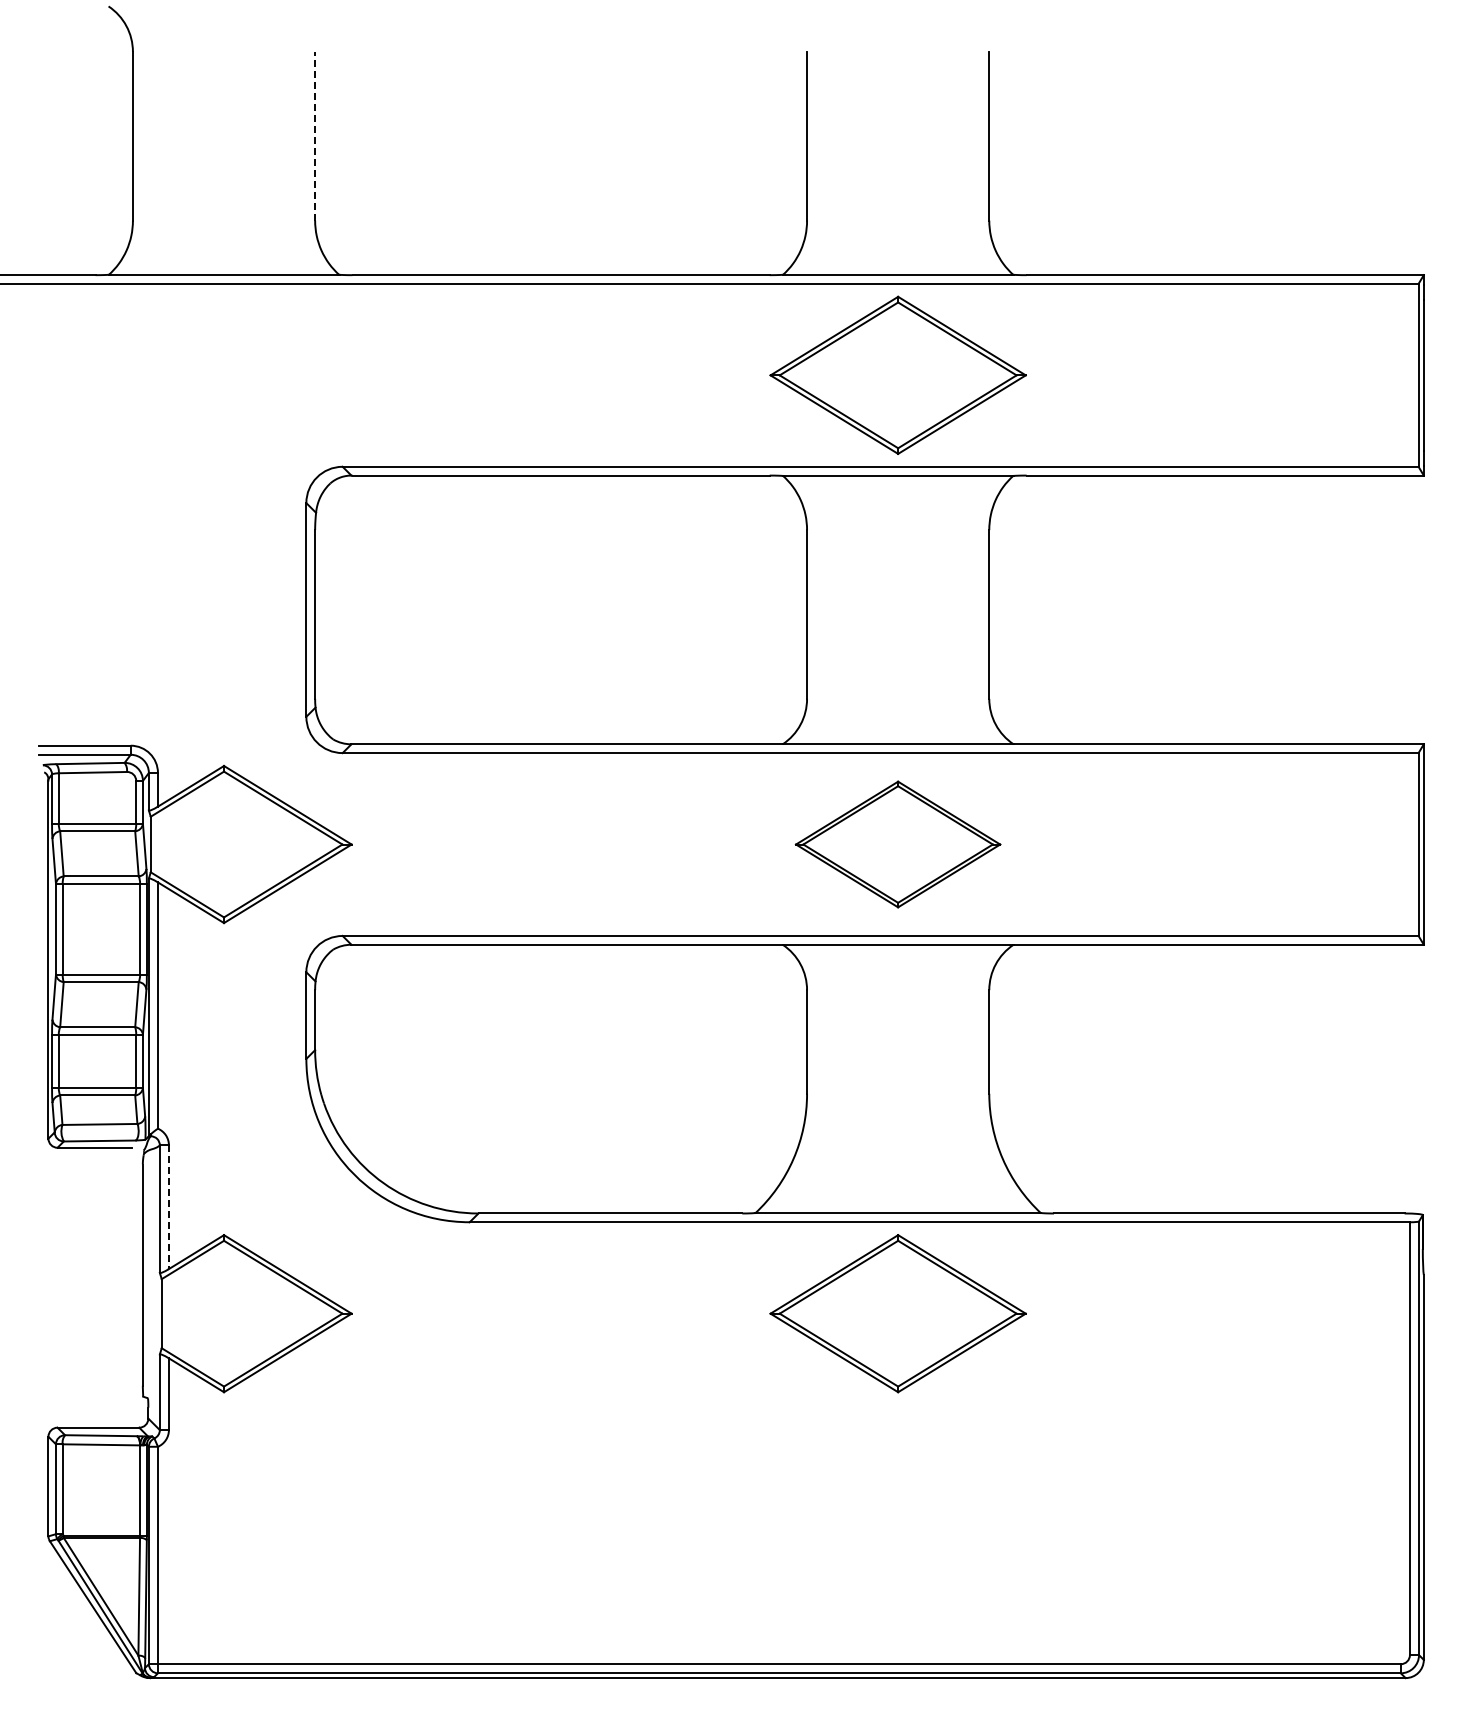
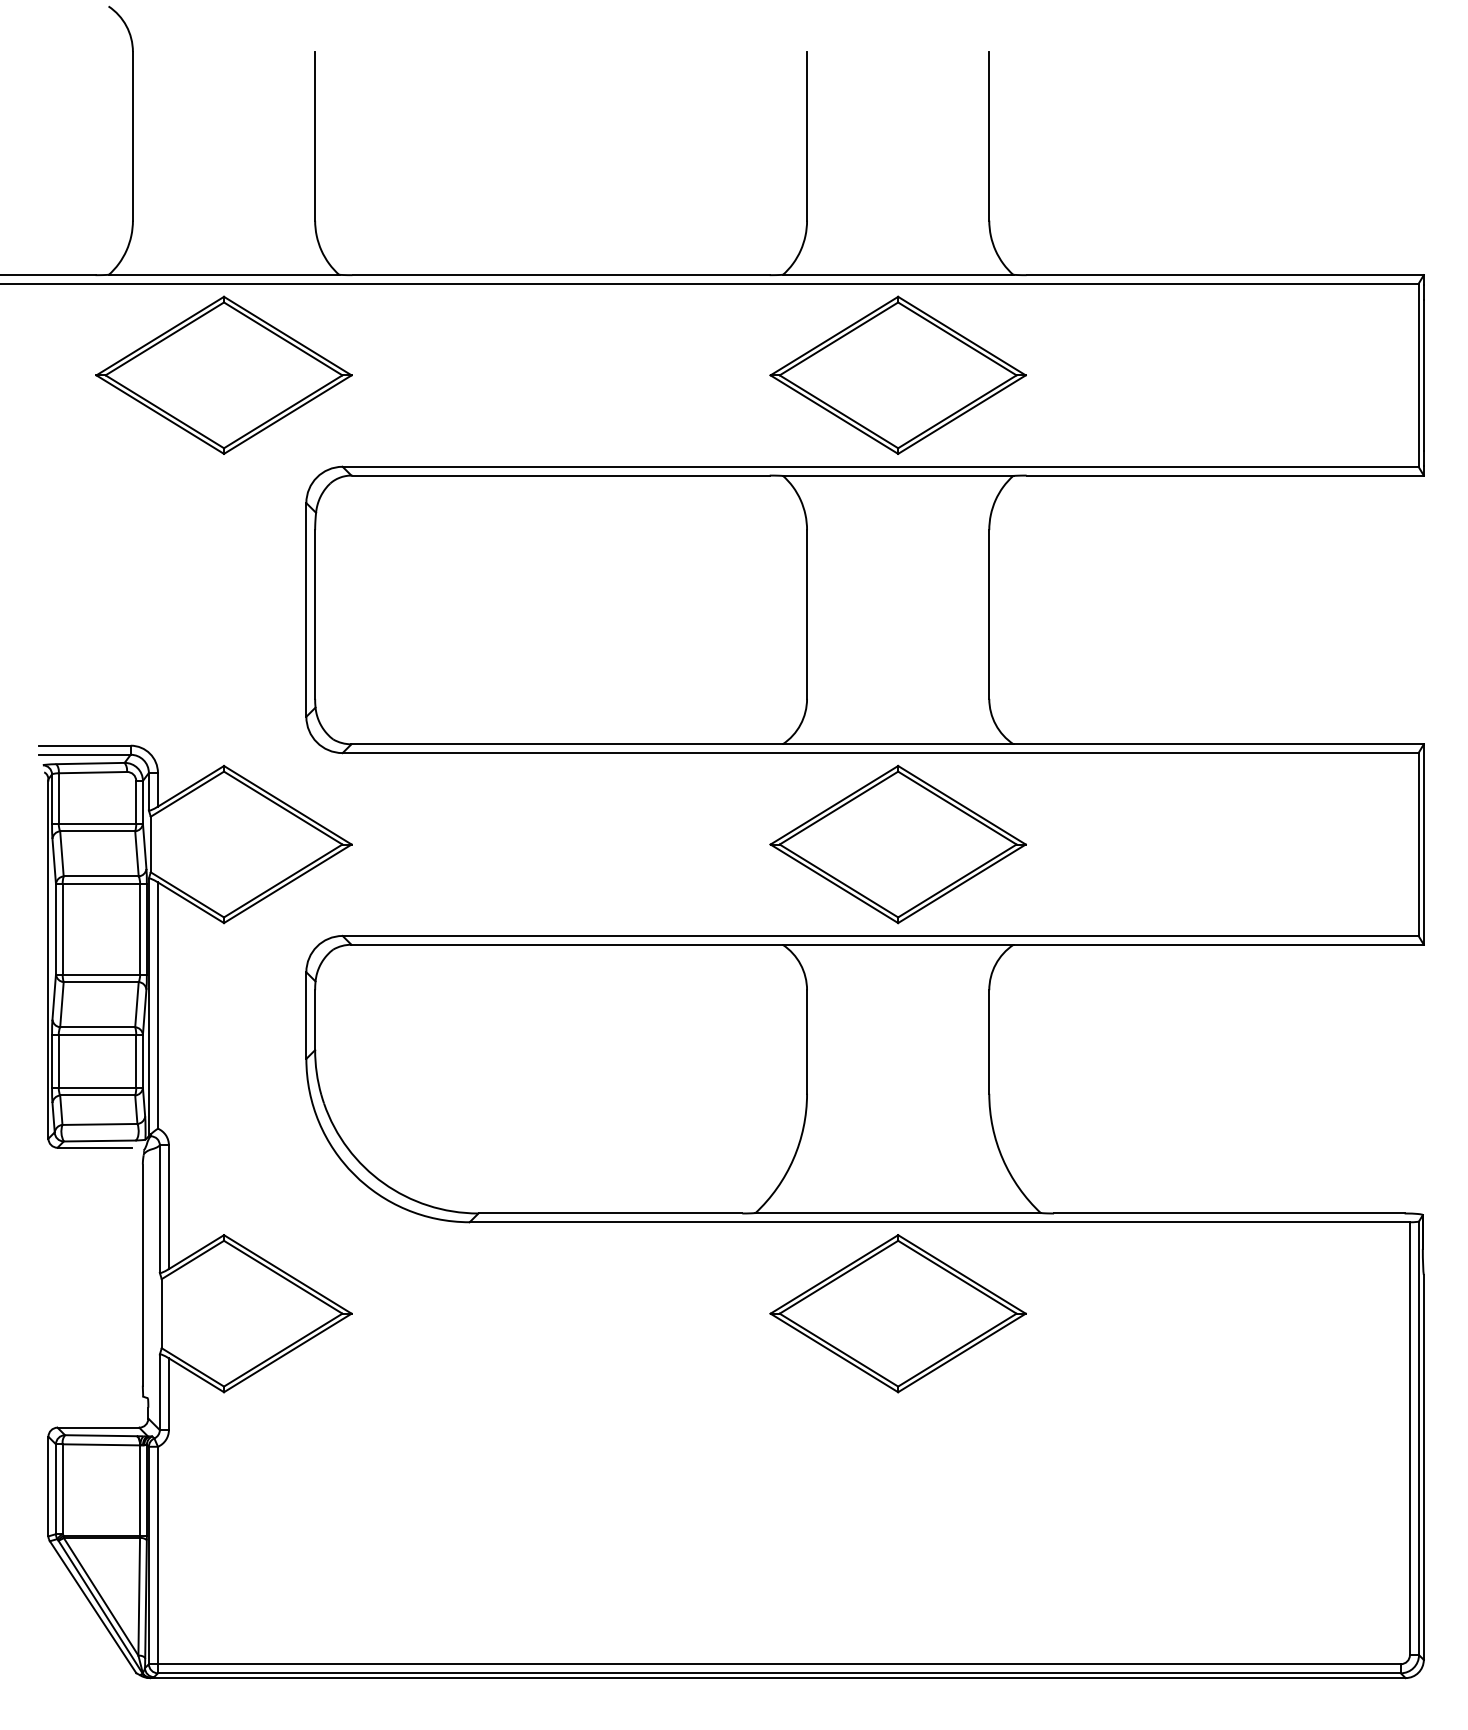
line at (315, 135): dashed -> solid
part at (223, 374): none -> present
part at (897, 844) size: 208x129 px -> 258x161 px
line at (168, 1207): dashed -> solid
